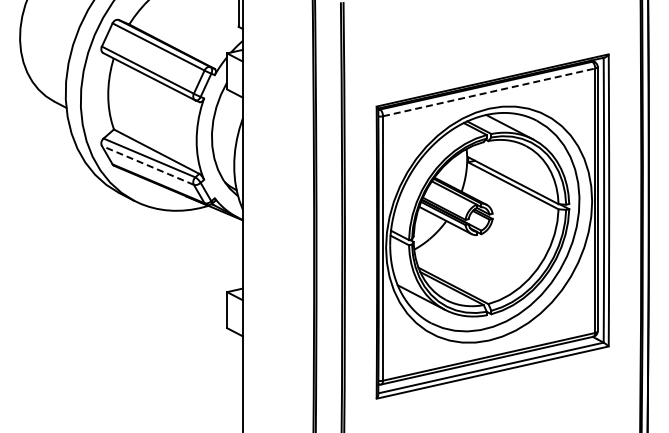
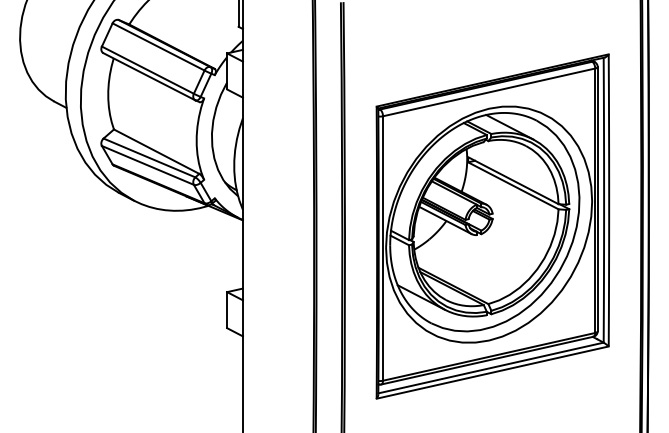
line at (489, 92): dashed -> solid
line at (147, 165): dashed -> solid
